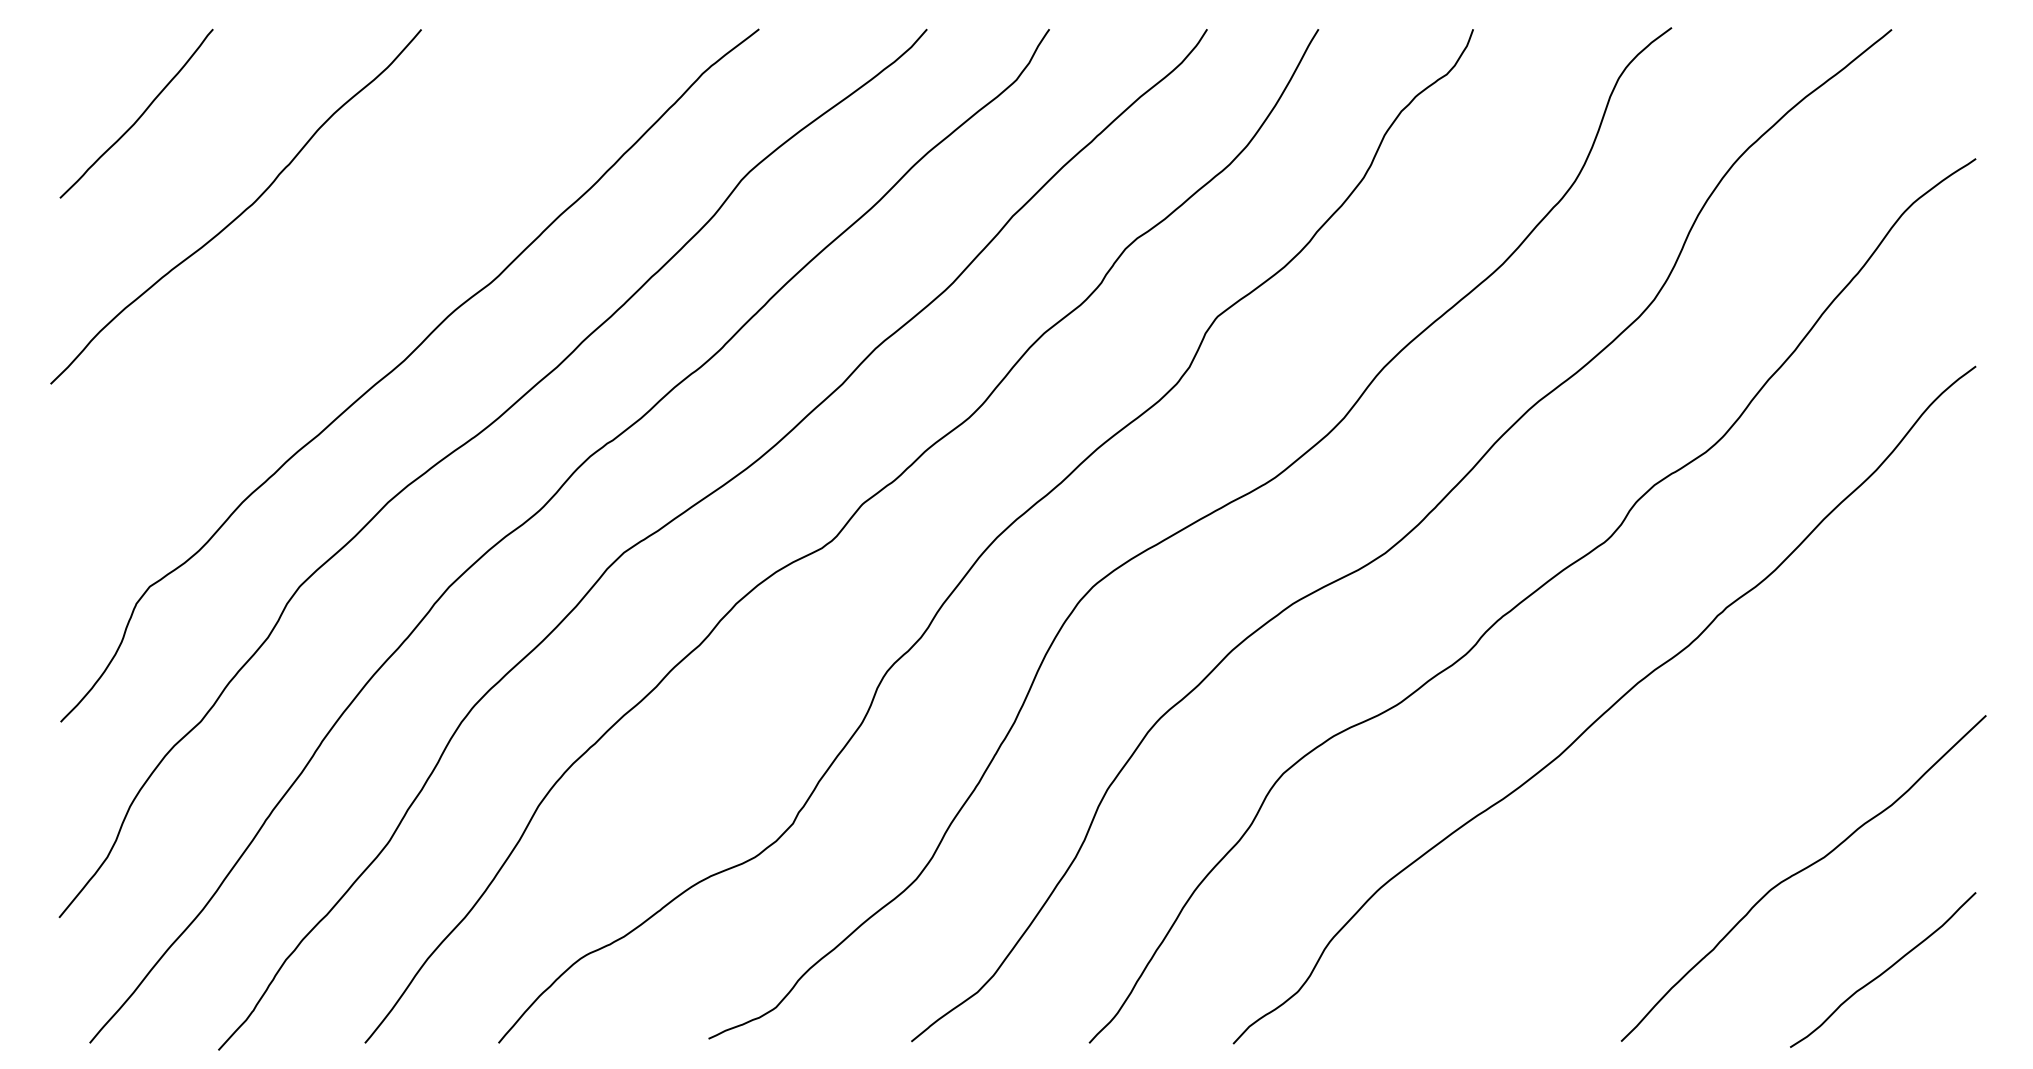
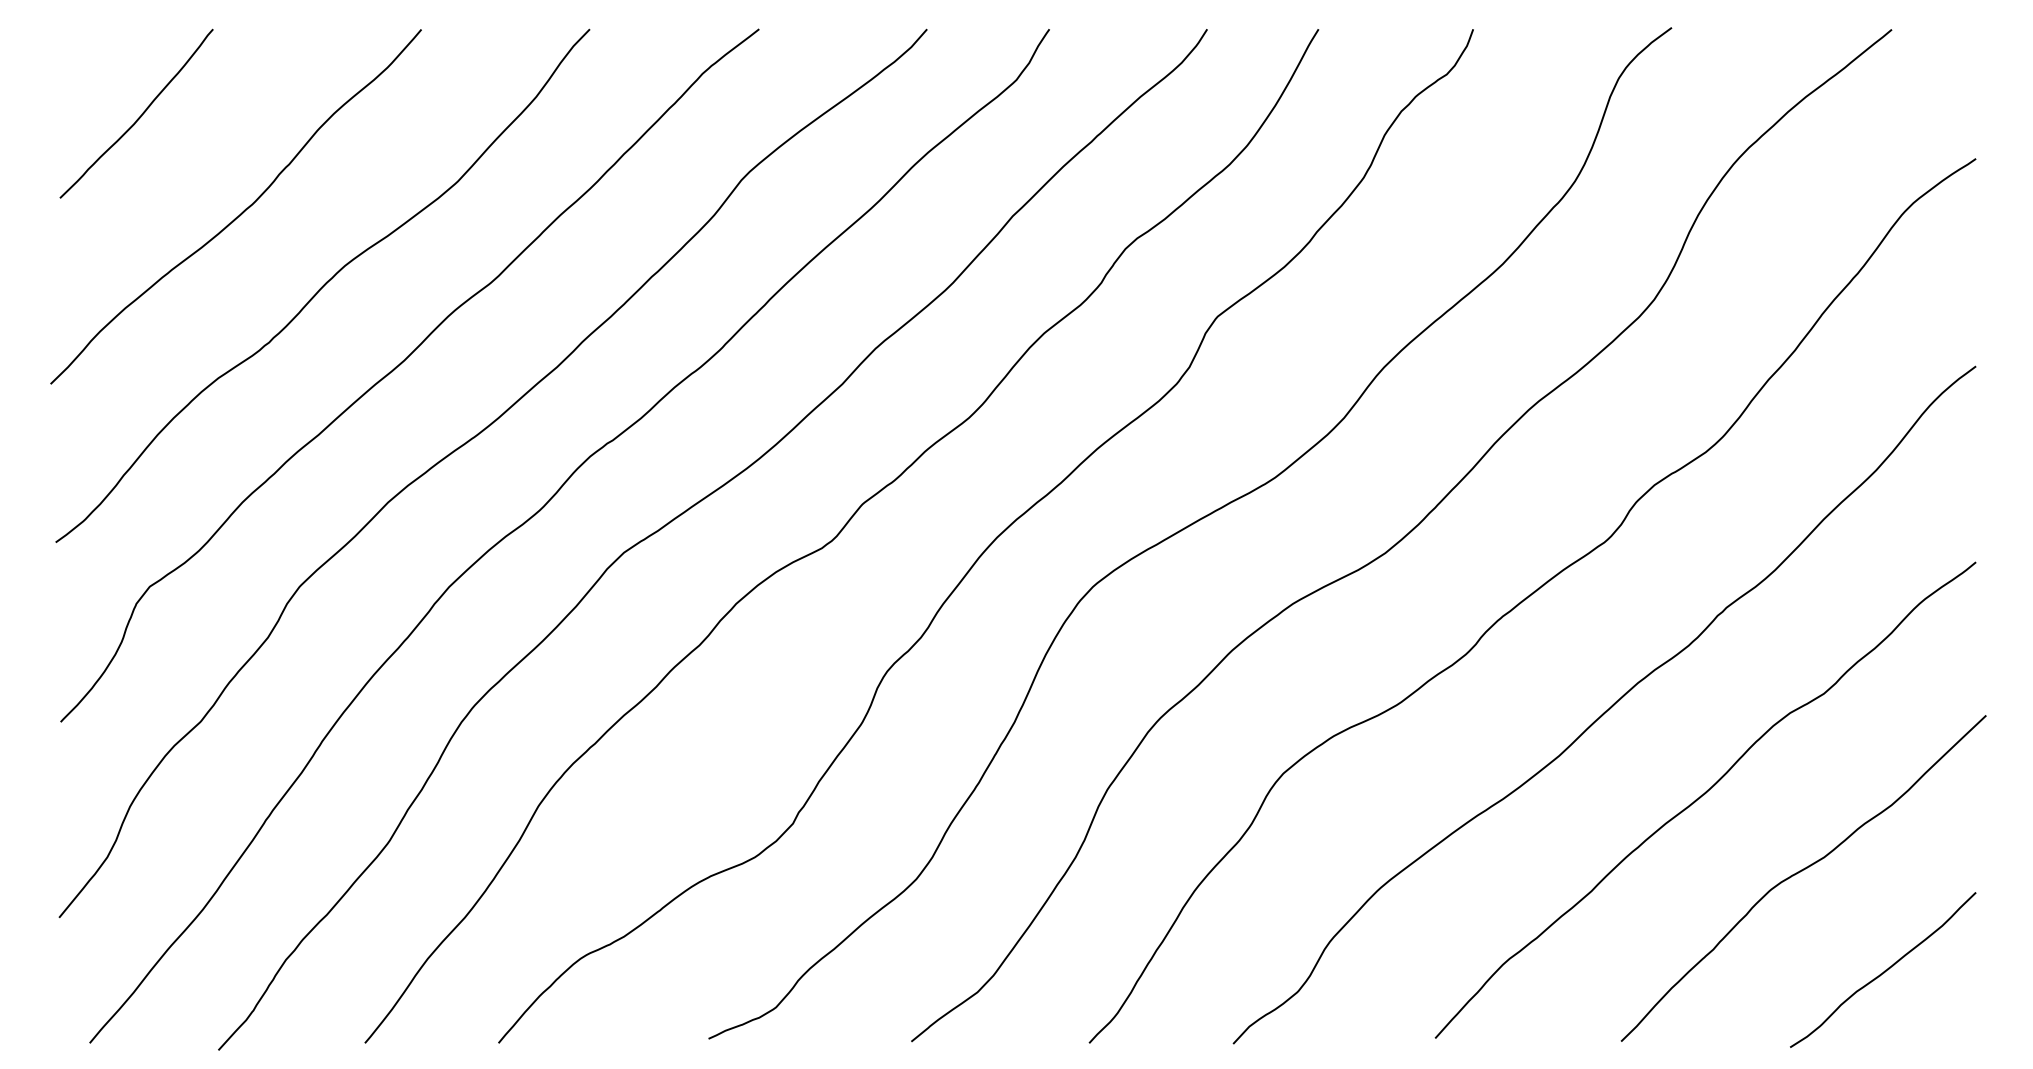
curve at (322, 285): none -> present
curve at (1702, 796): none -> present
